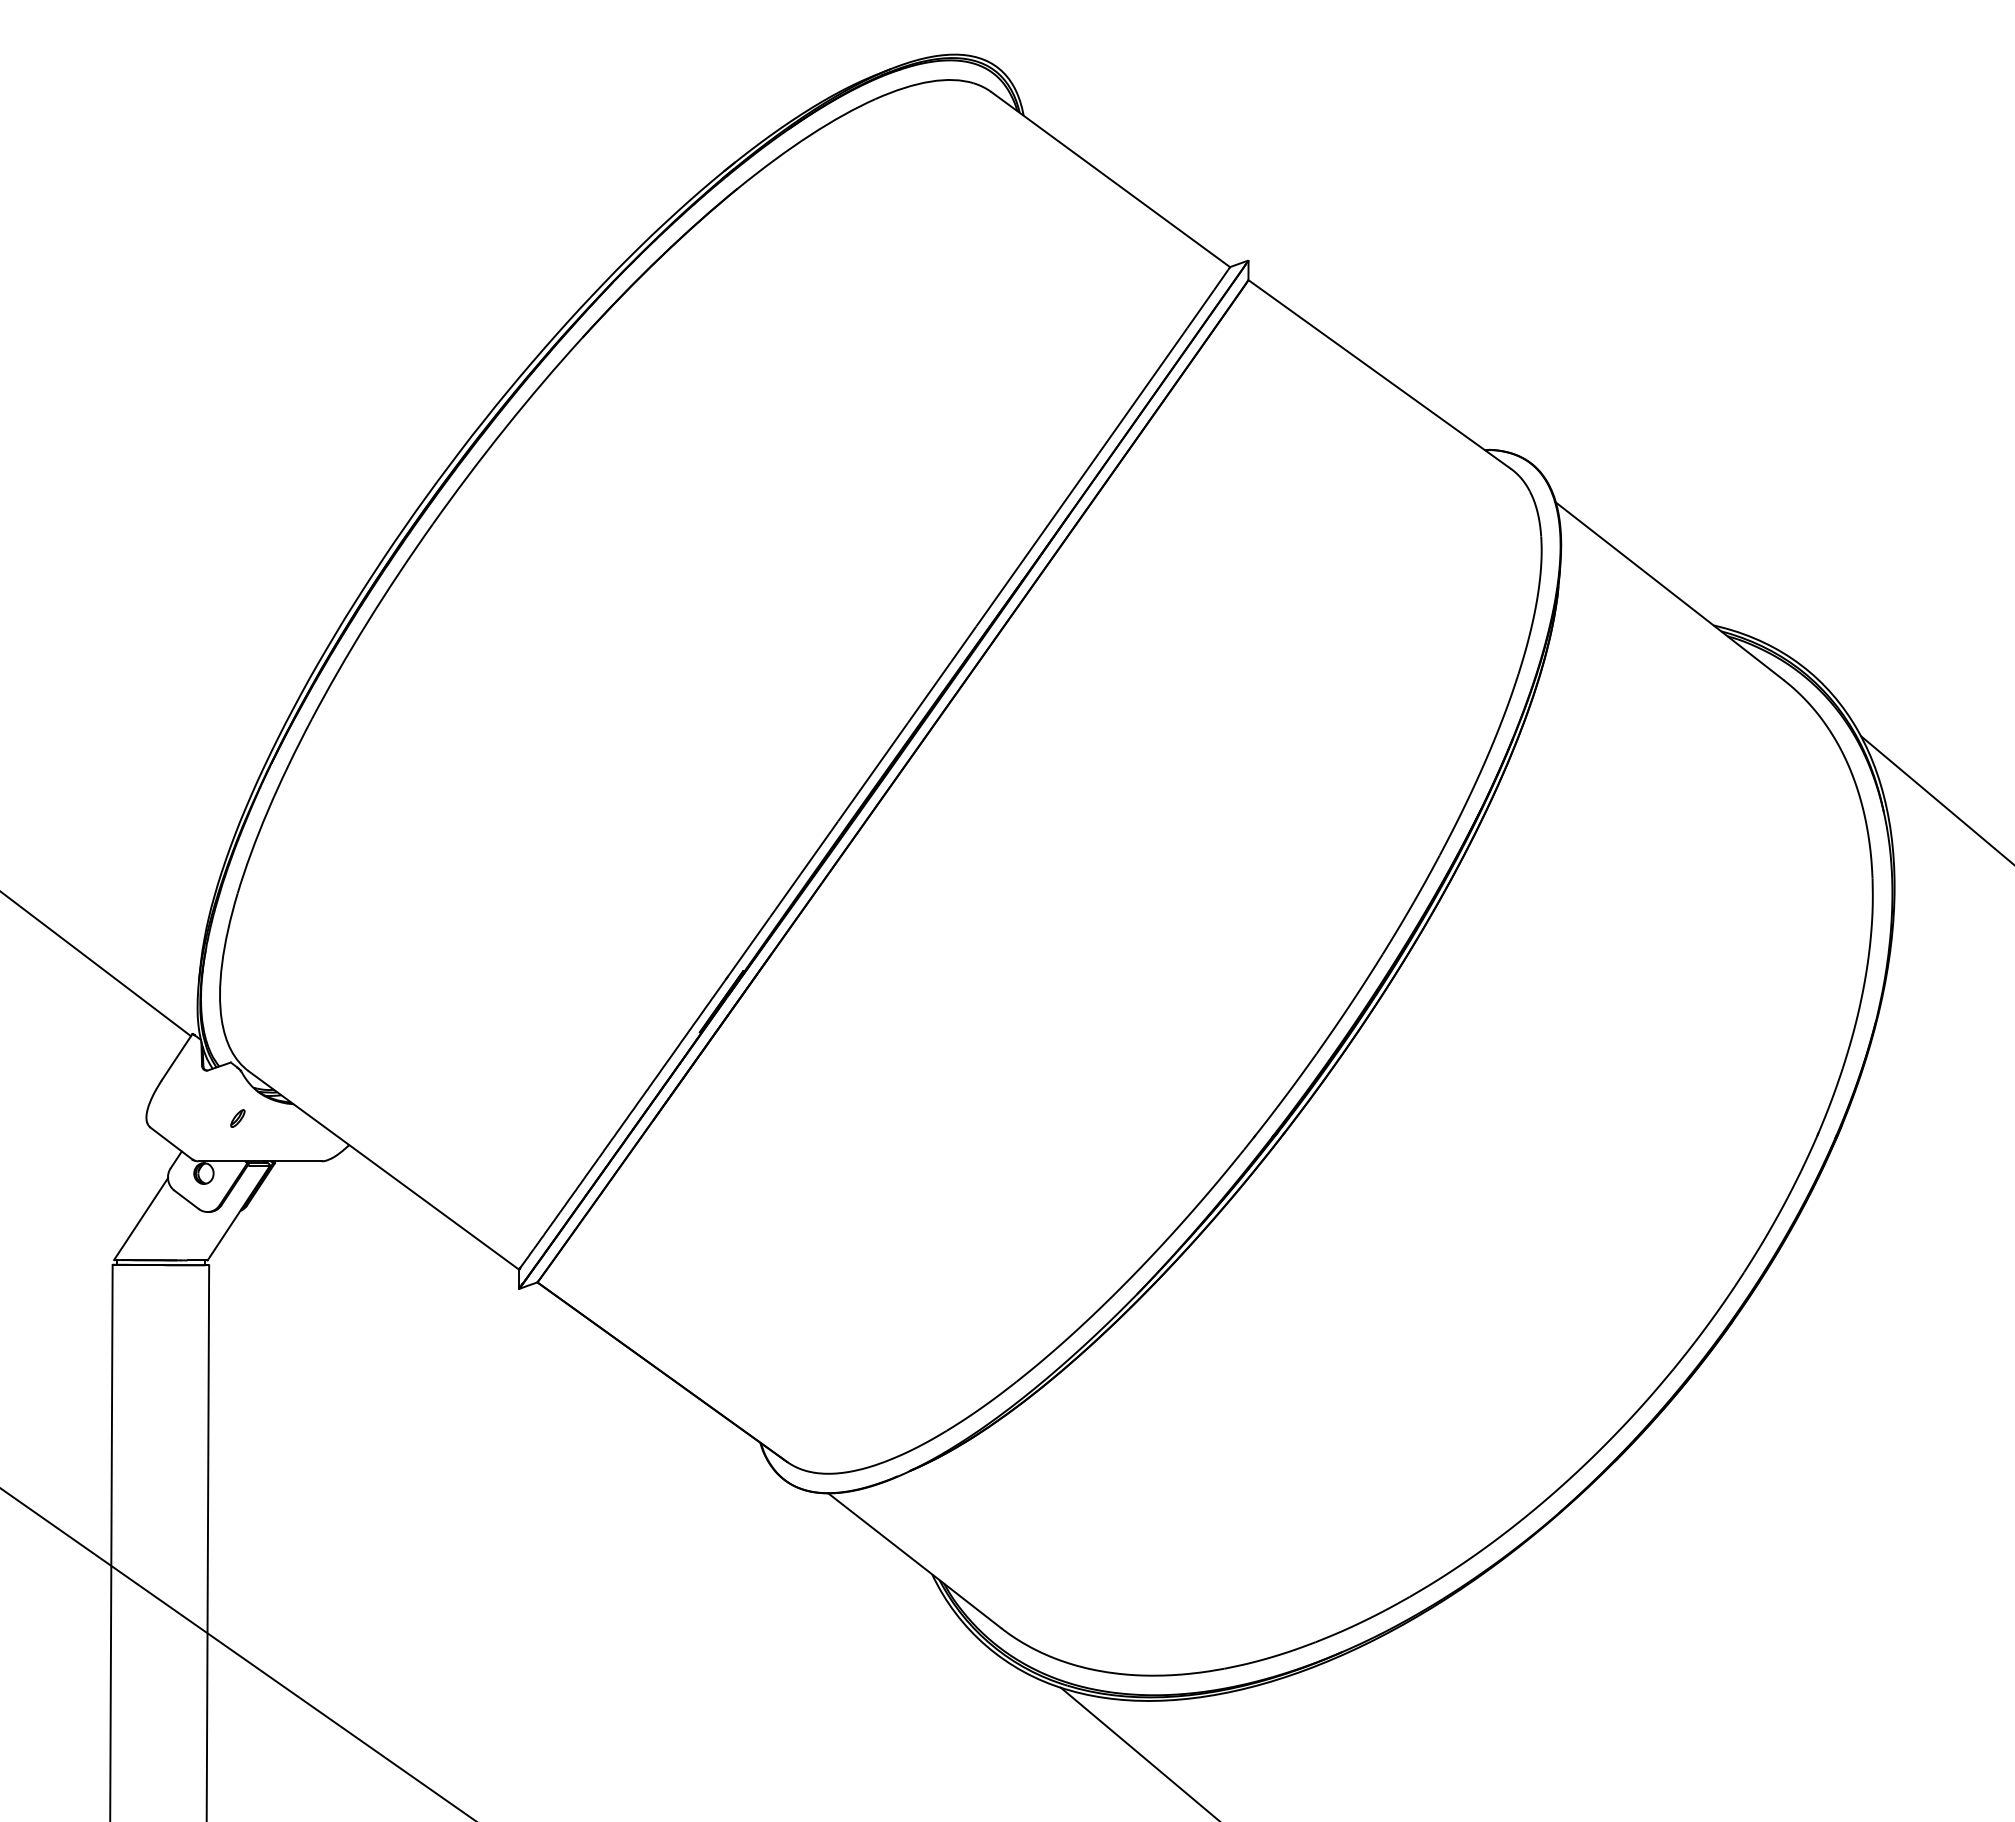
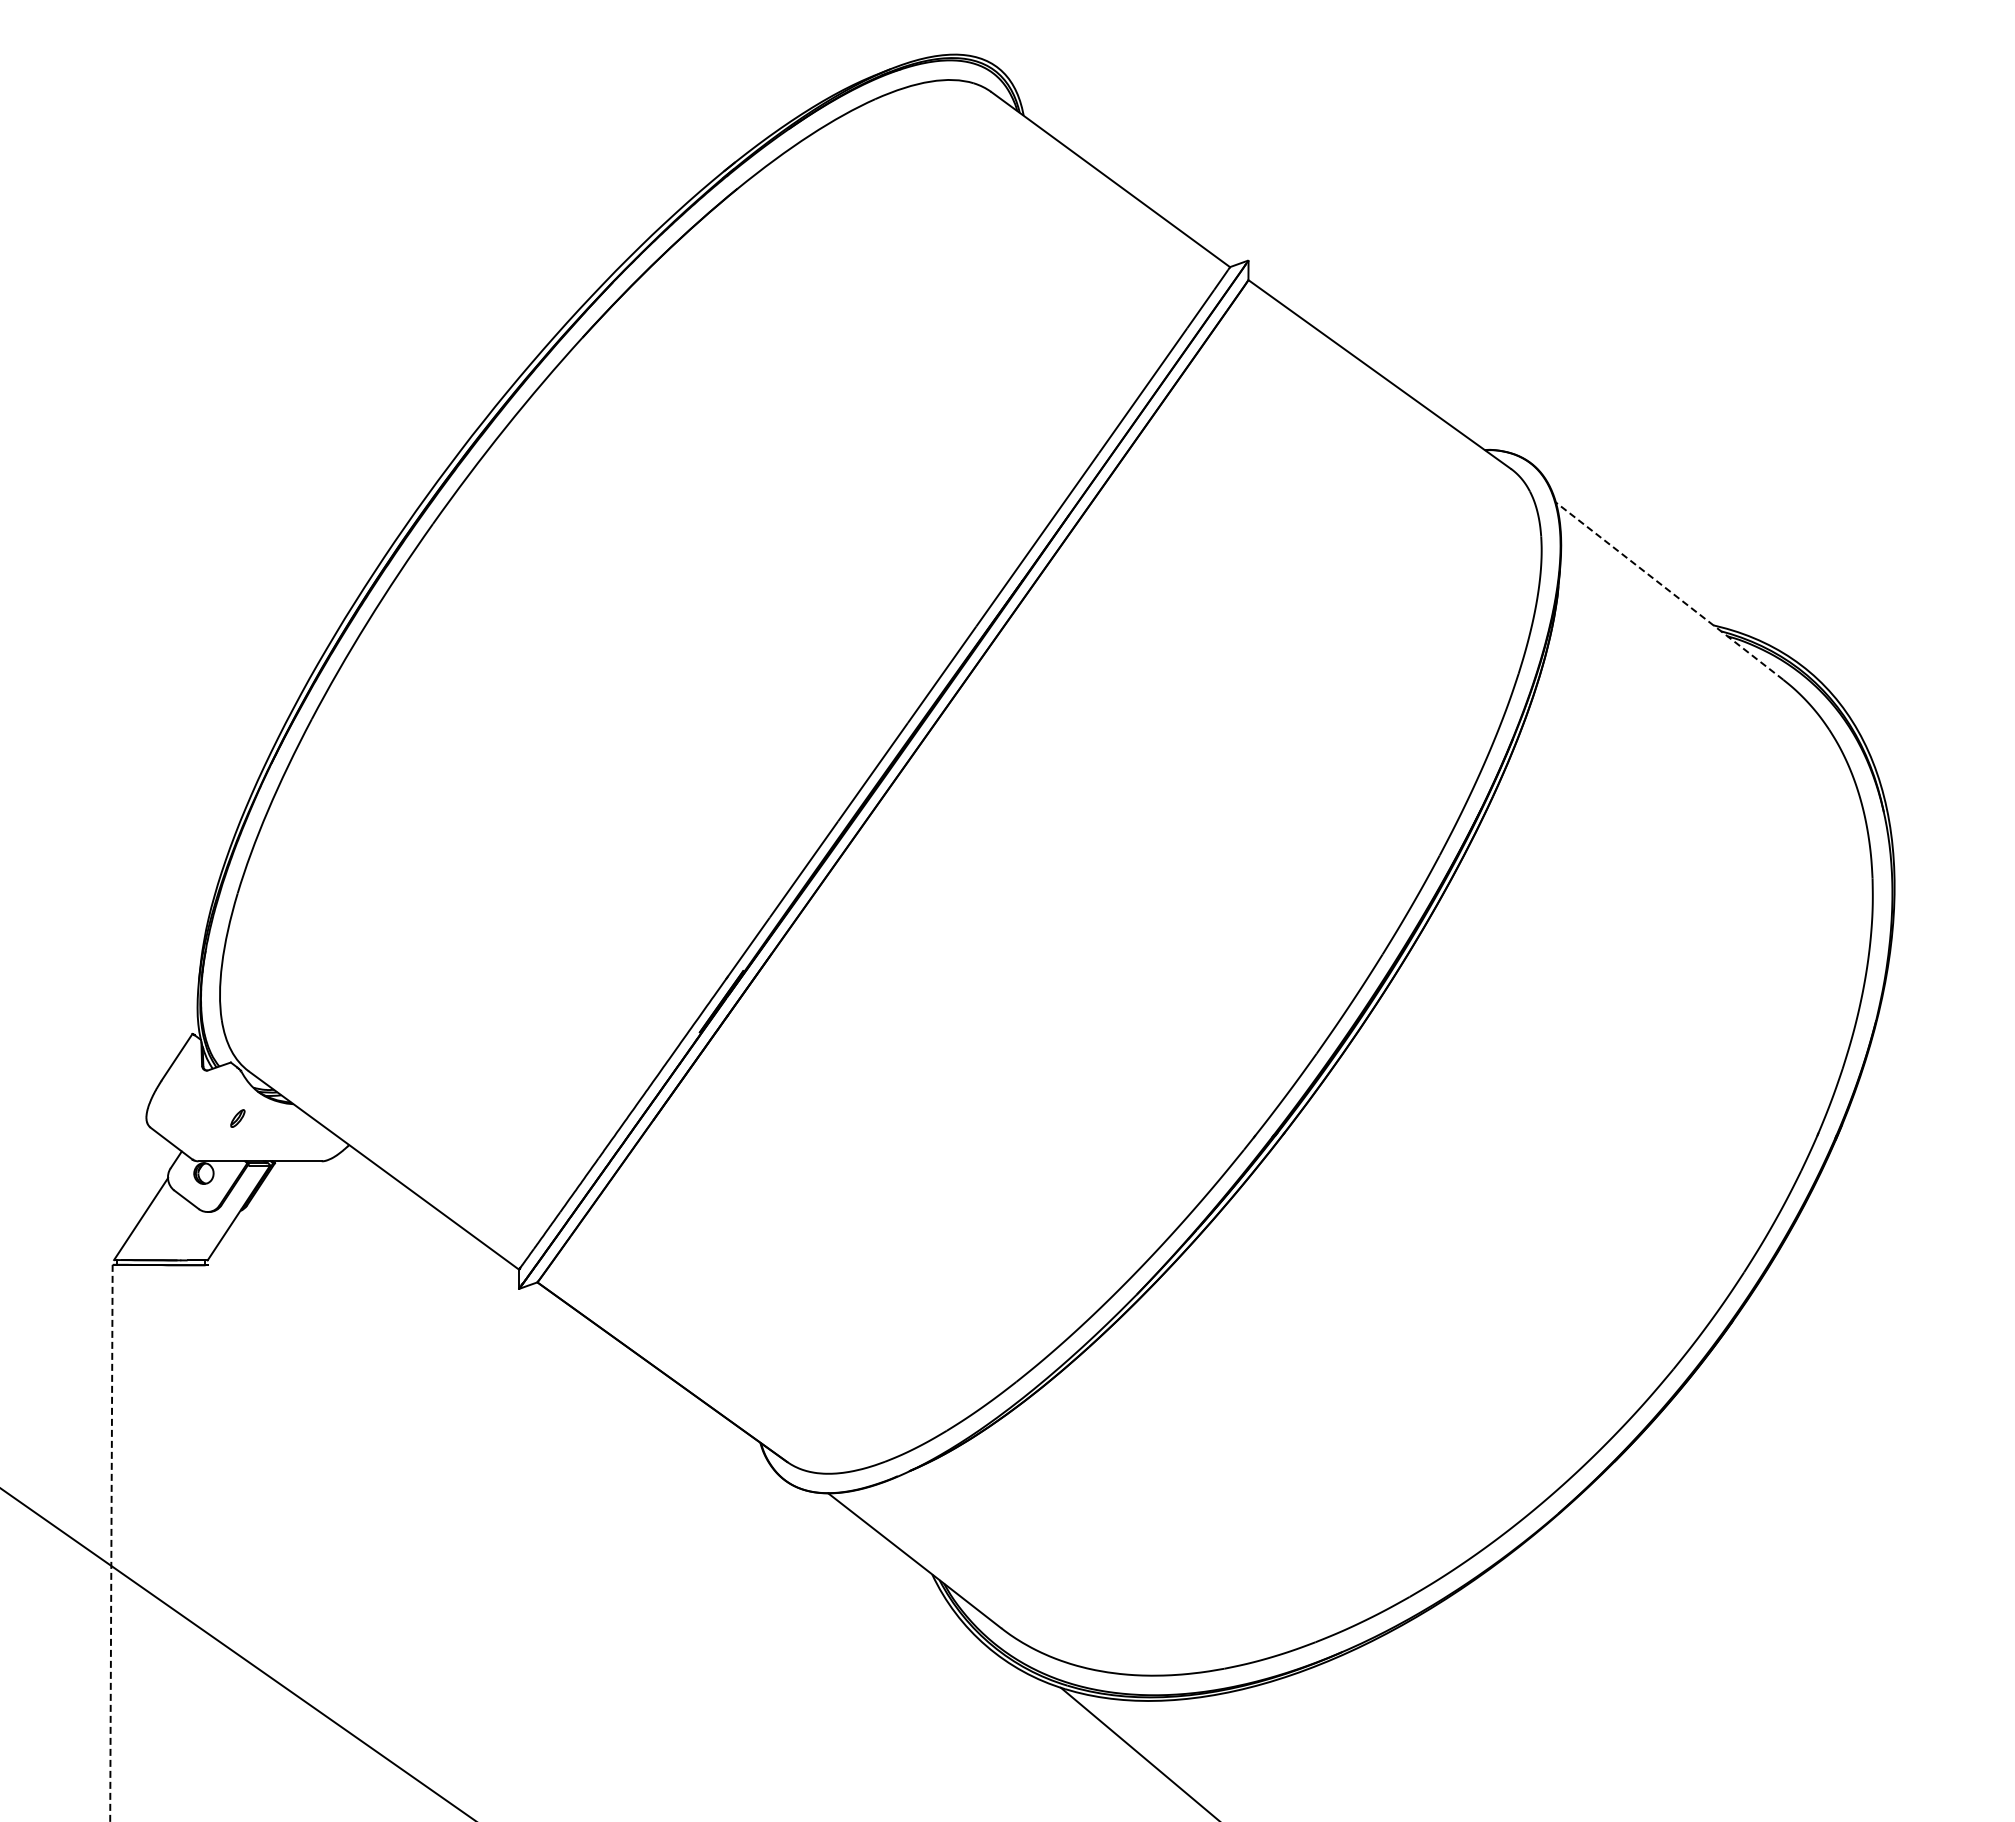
line at (1669, 590): solid -> dashed
line at (1936, 799): present -> none
line at (96, 964): present -> none
line at (207, 1541): present -> none
line at (111, 1543): solid -> dashed
